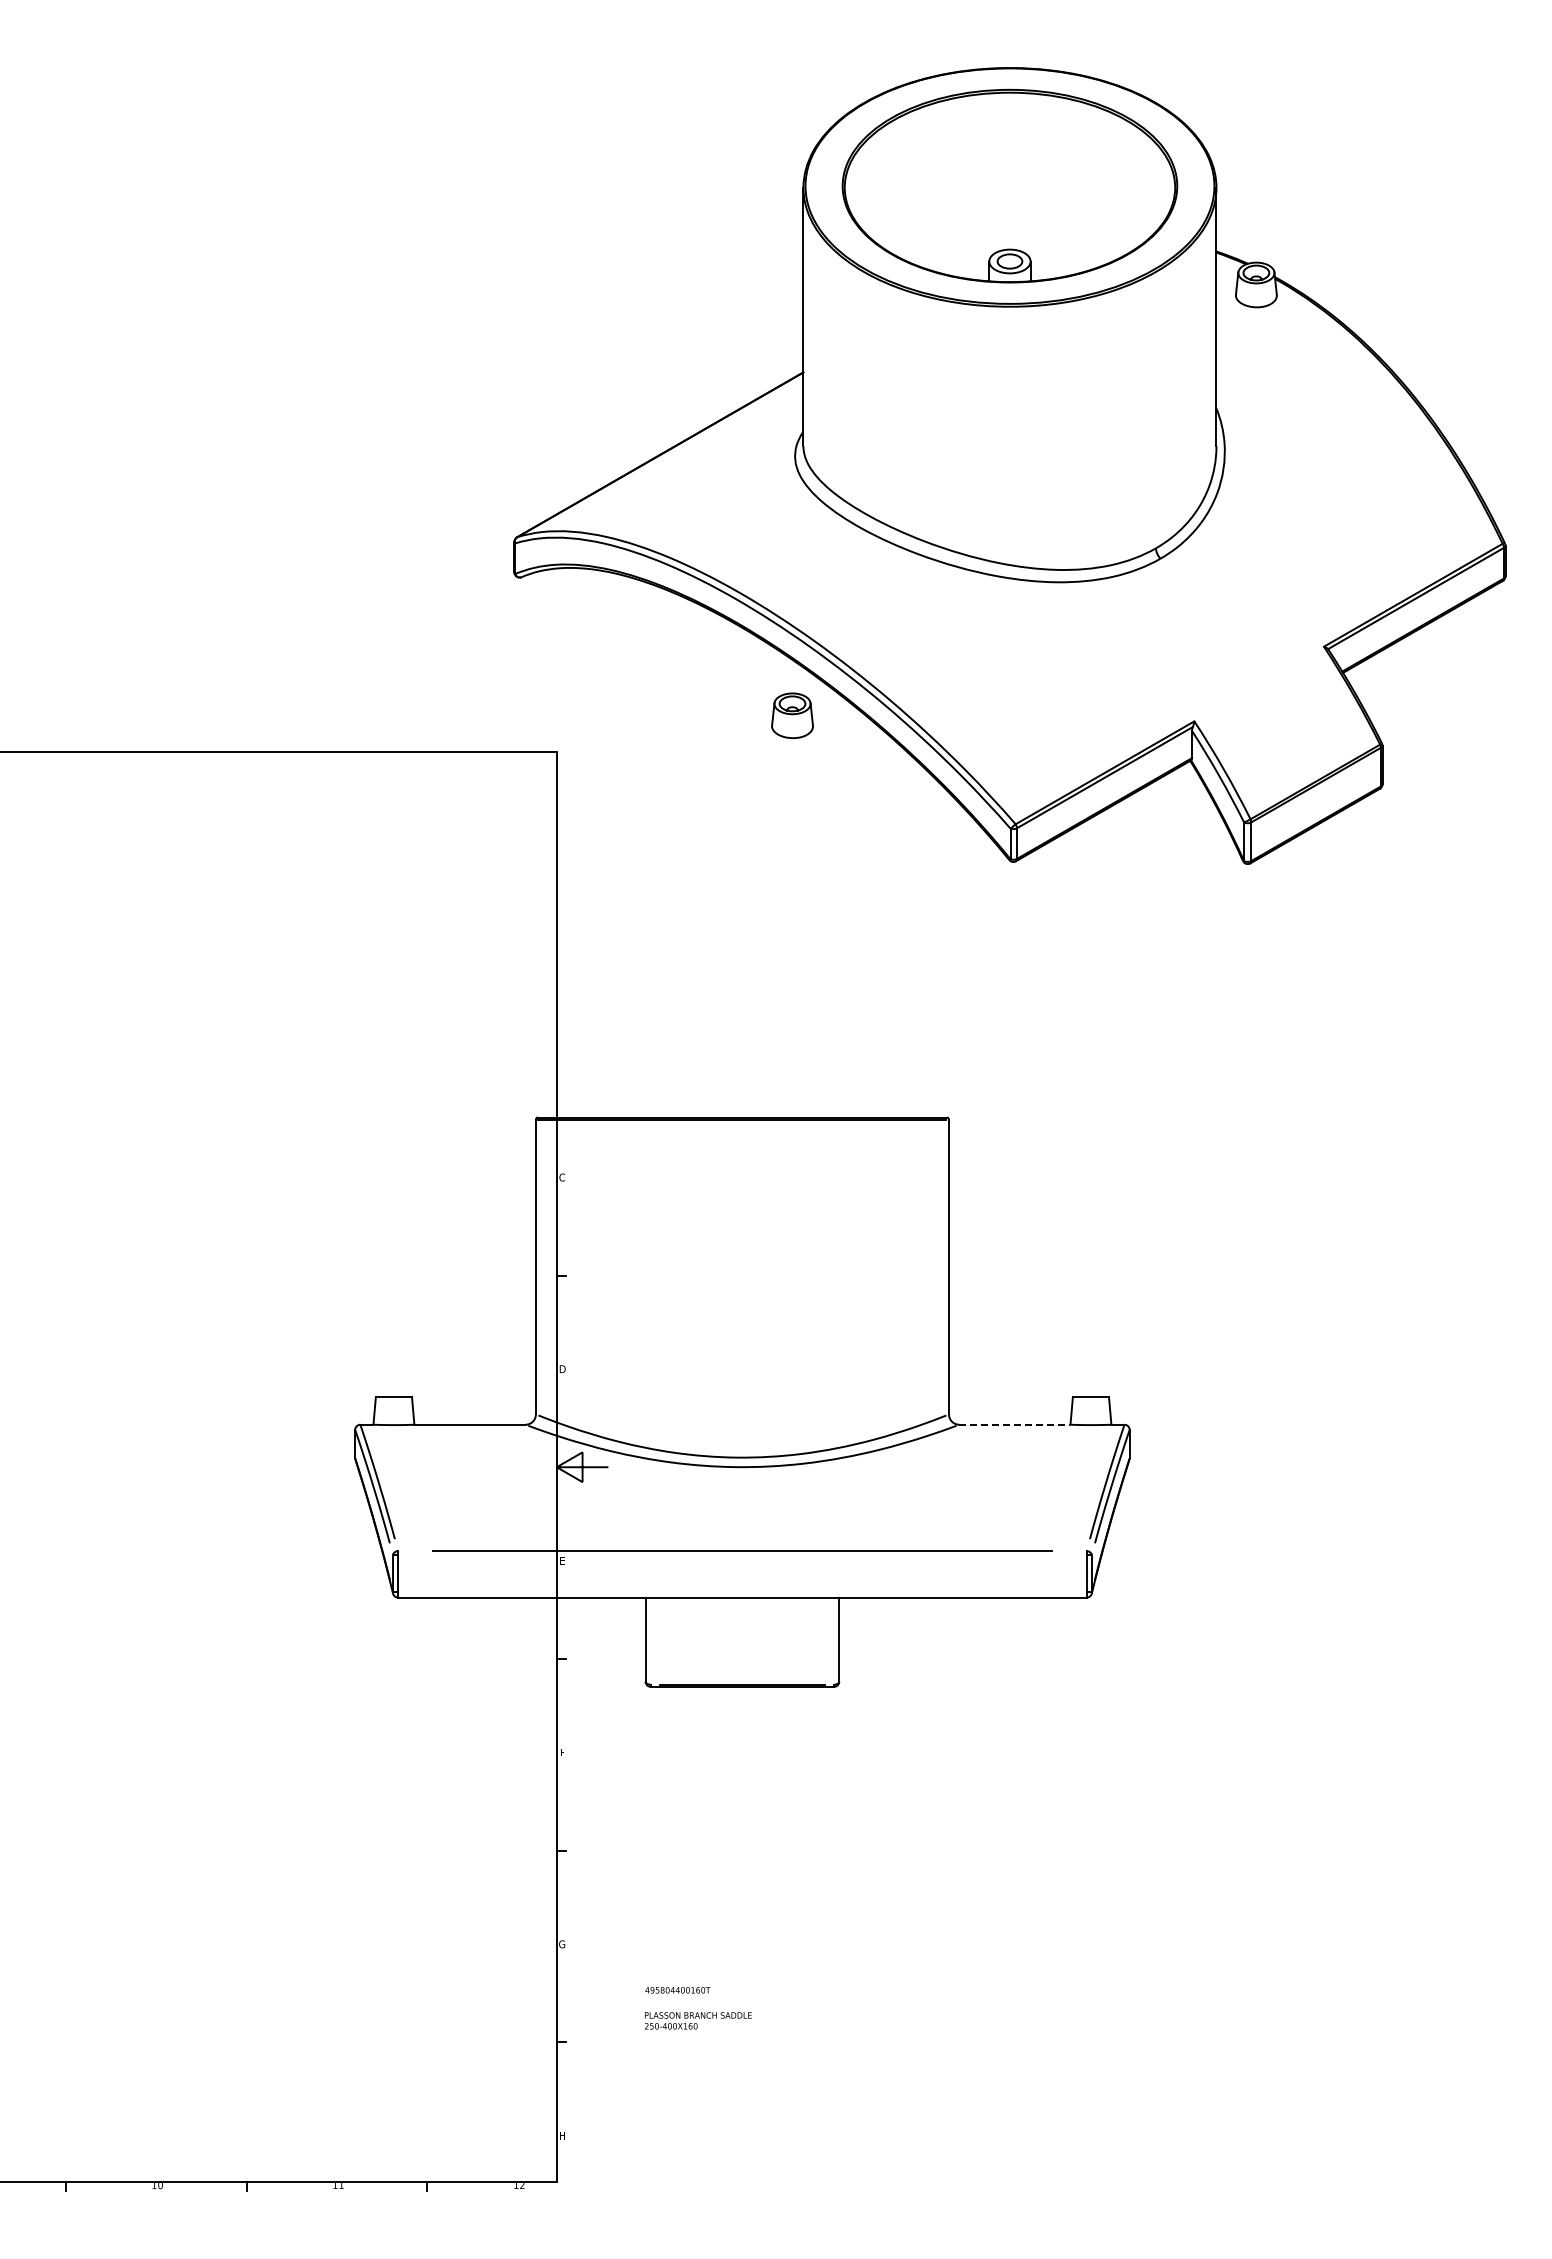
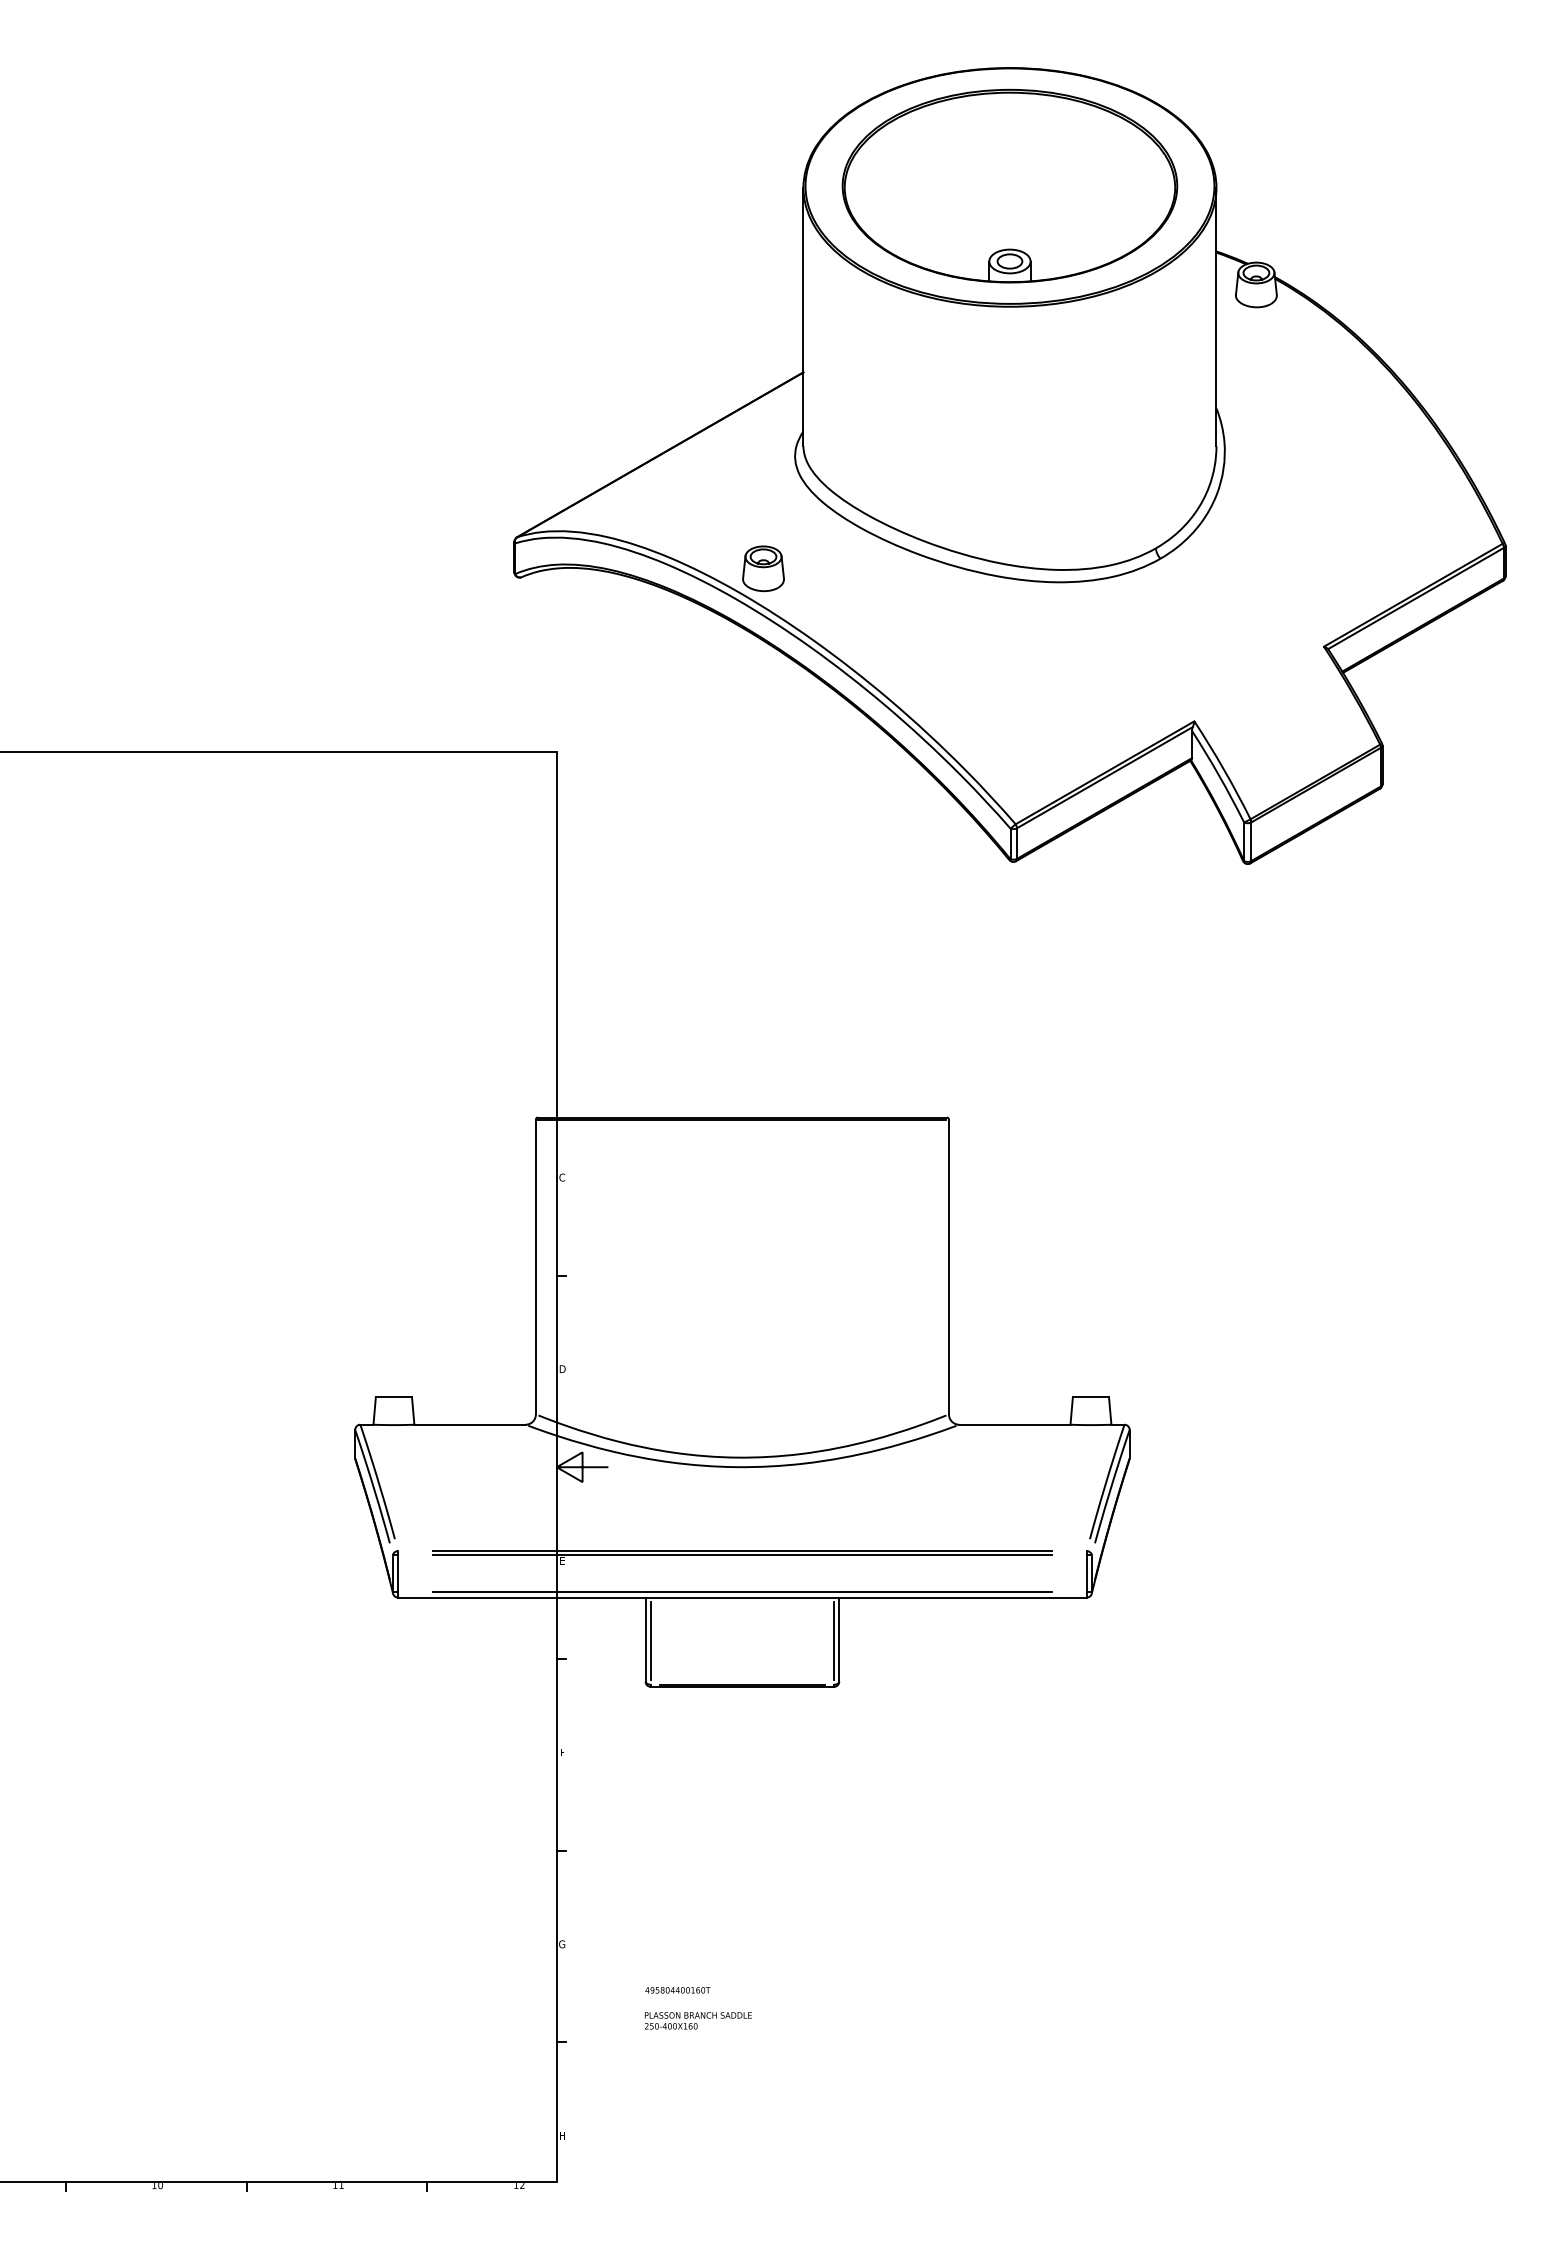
part at (792, 715) position: (792, 715) -> (763, 568)
line at (1014, 1424): dashed -> solid
line at (742, 1554): none -> present
line at (742, 1592): none -> present
line at (650, 1640): none -> present
line at (834, 1640): none -> present
